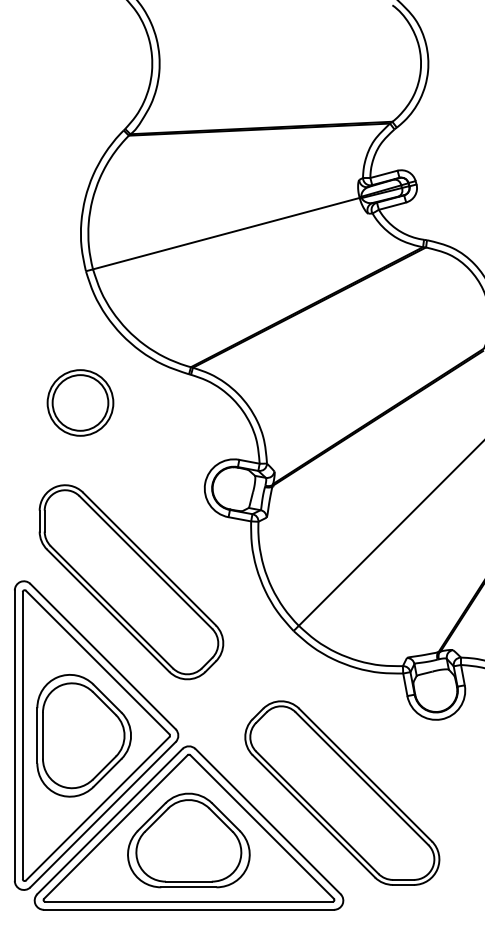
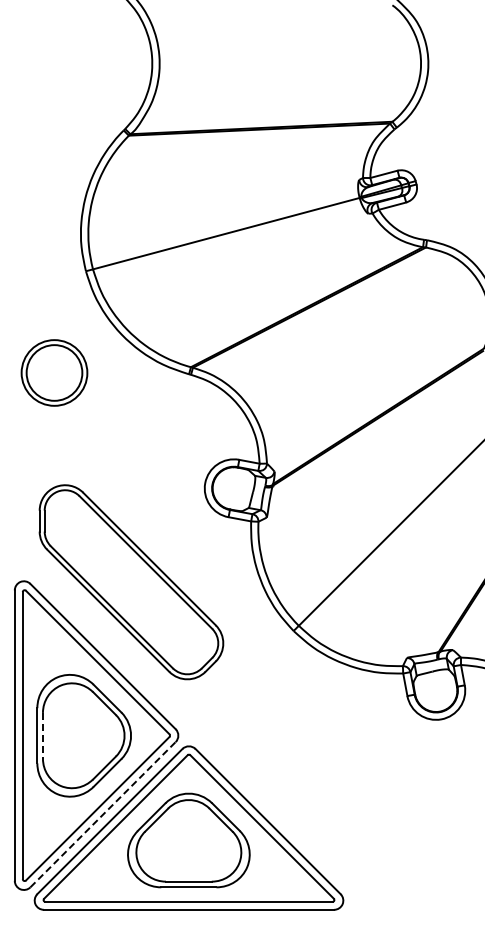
part at (80, 402) position: (80, 402) -> (54, 372)
line at (42, 735): solid -> dashed
part at (342, 792): present -> none
line at (103, 814): solid -> dashed
